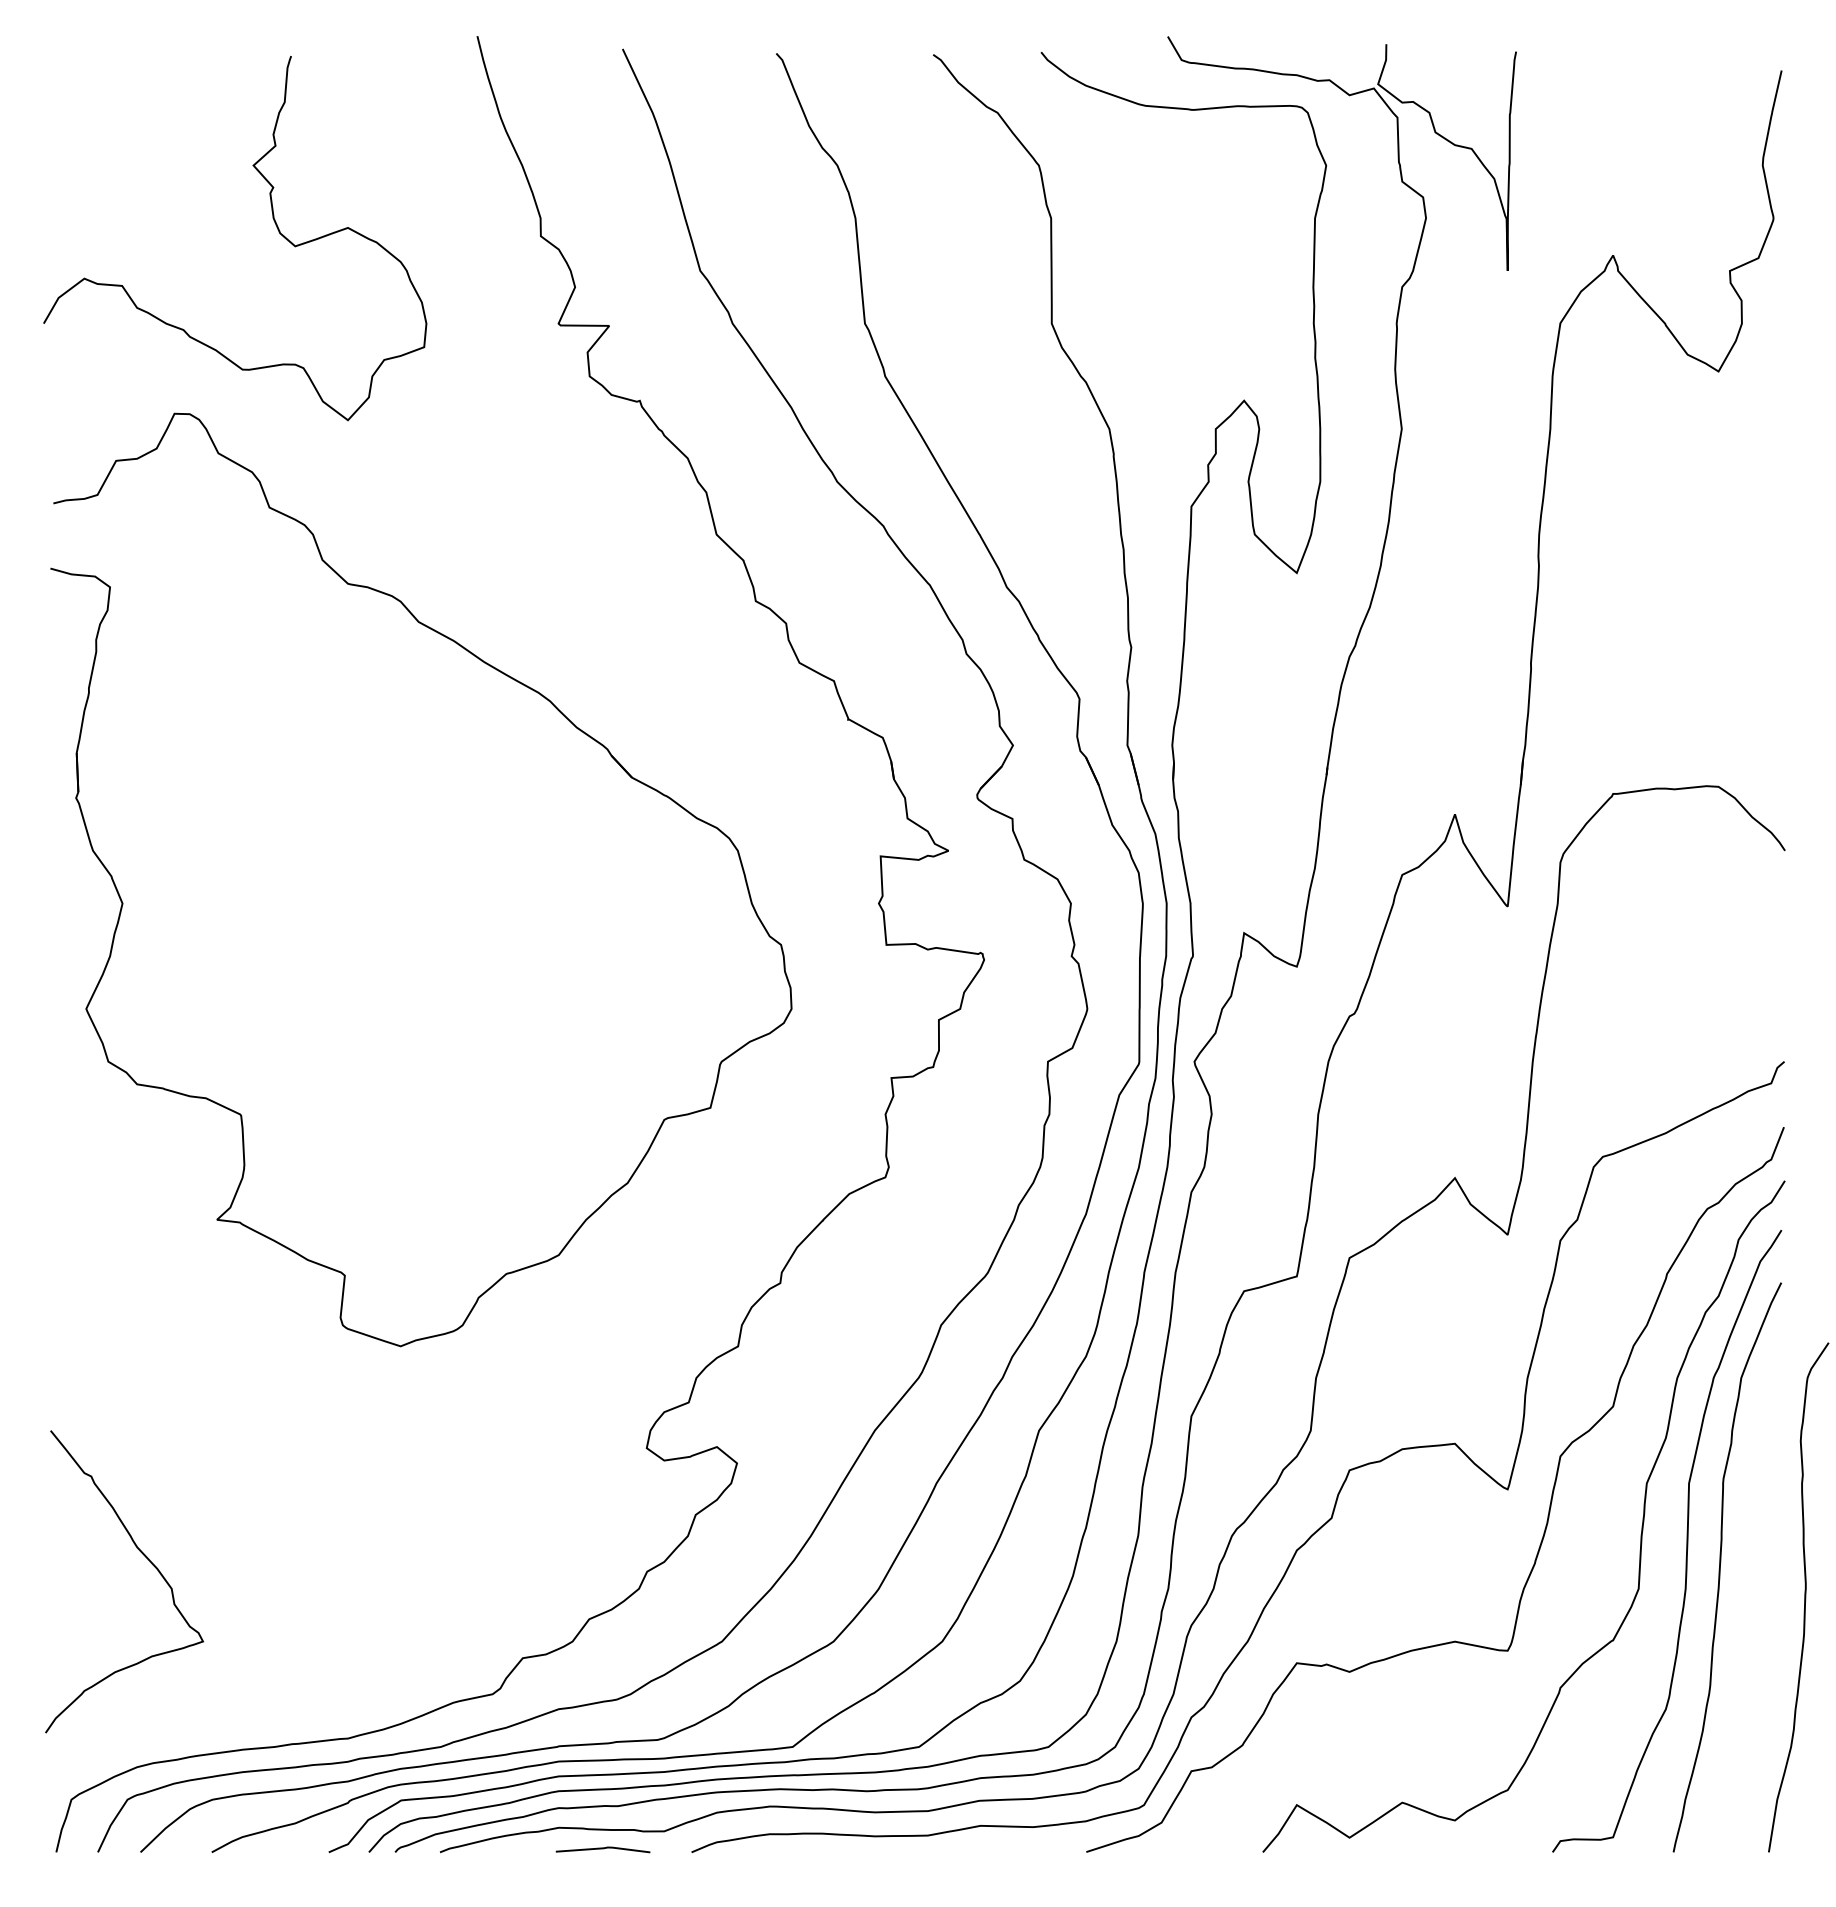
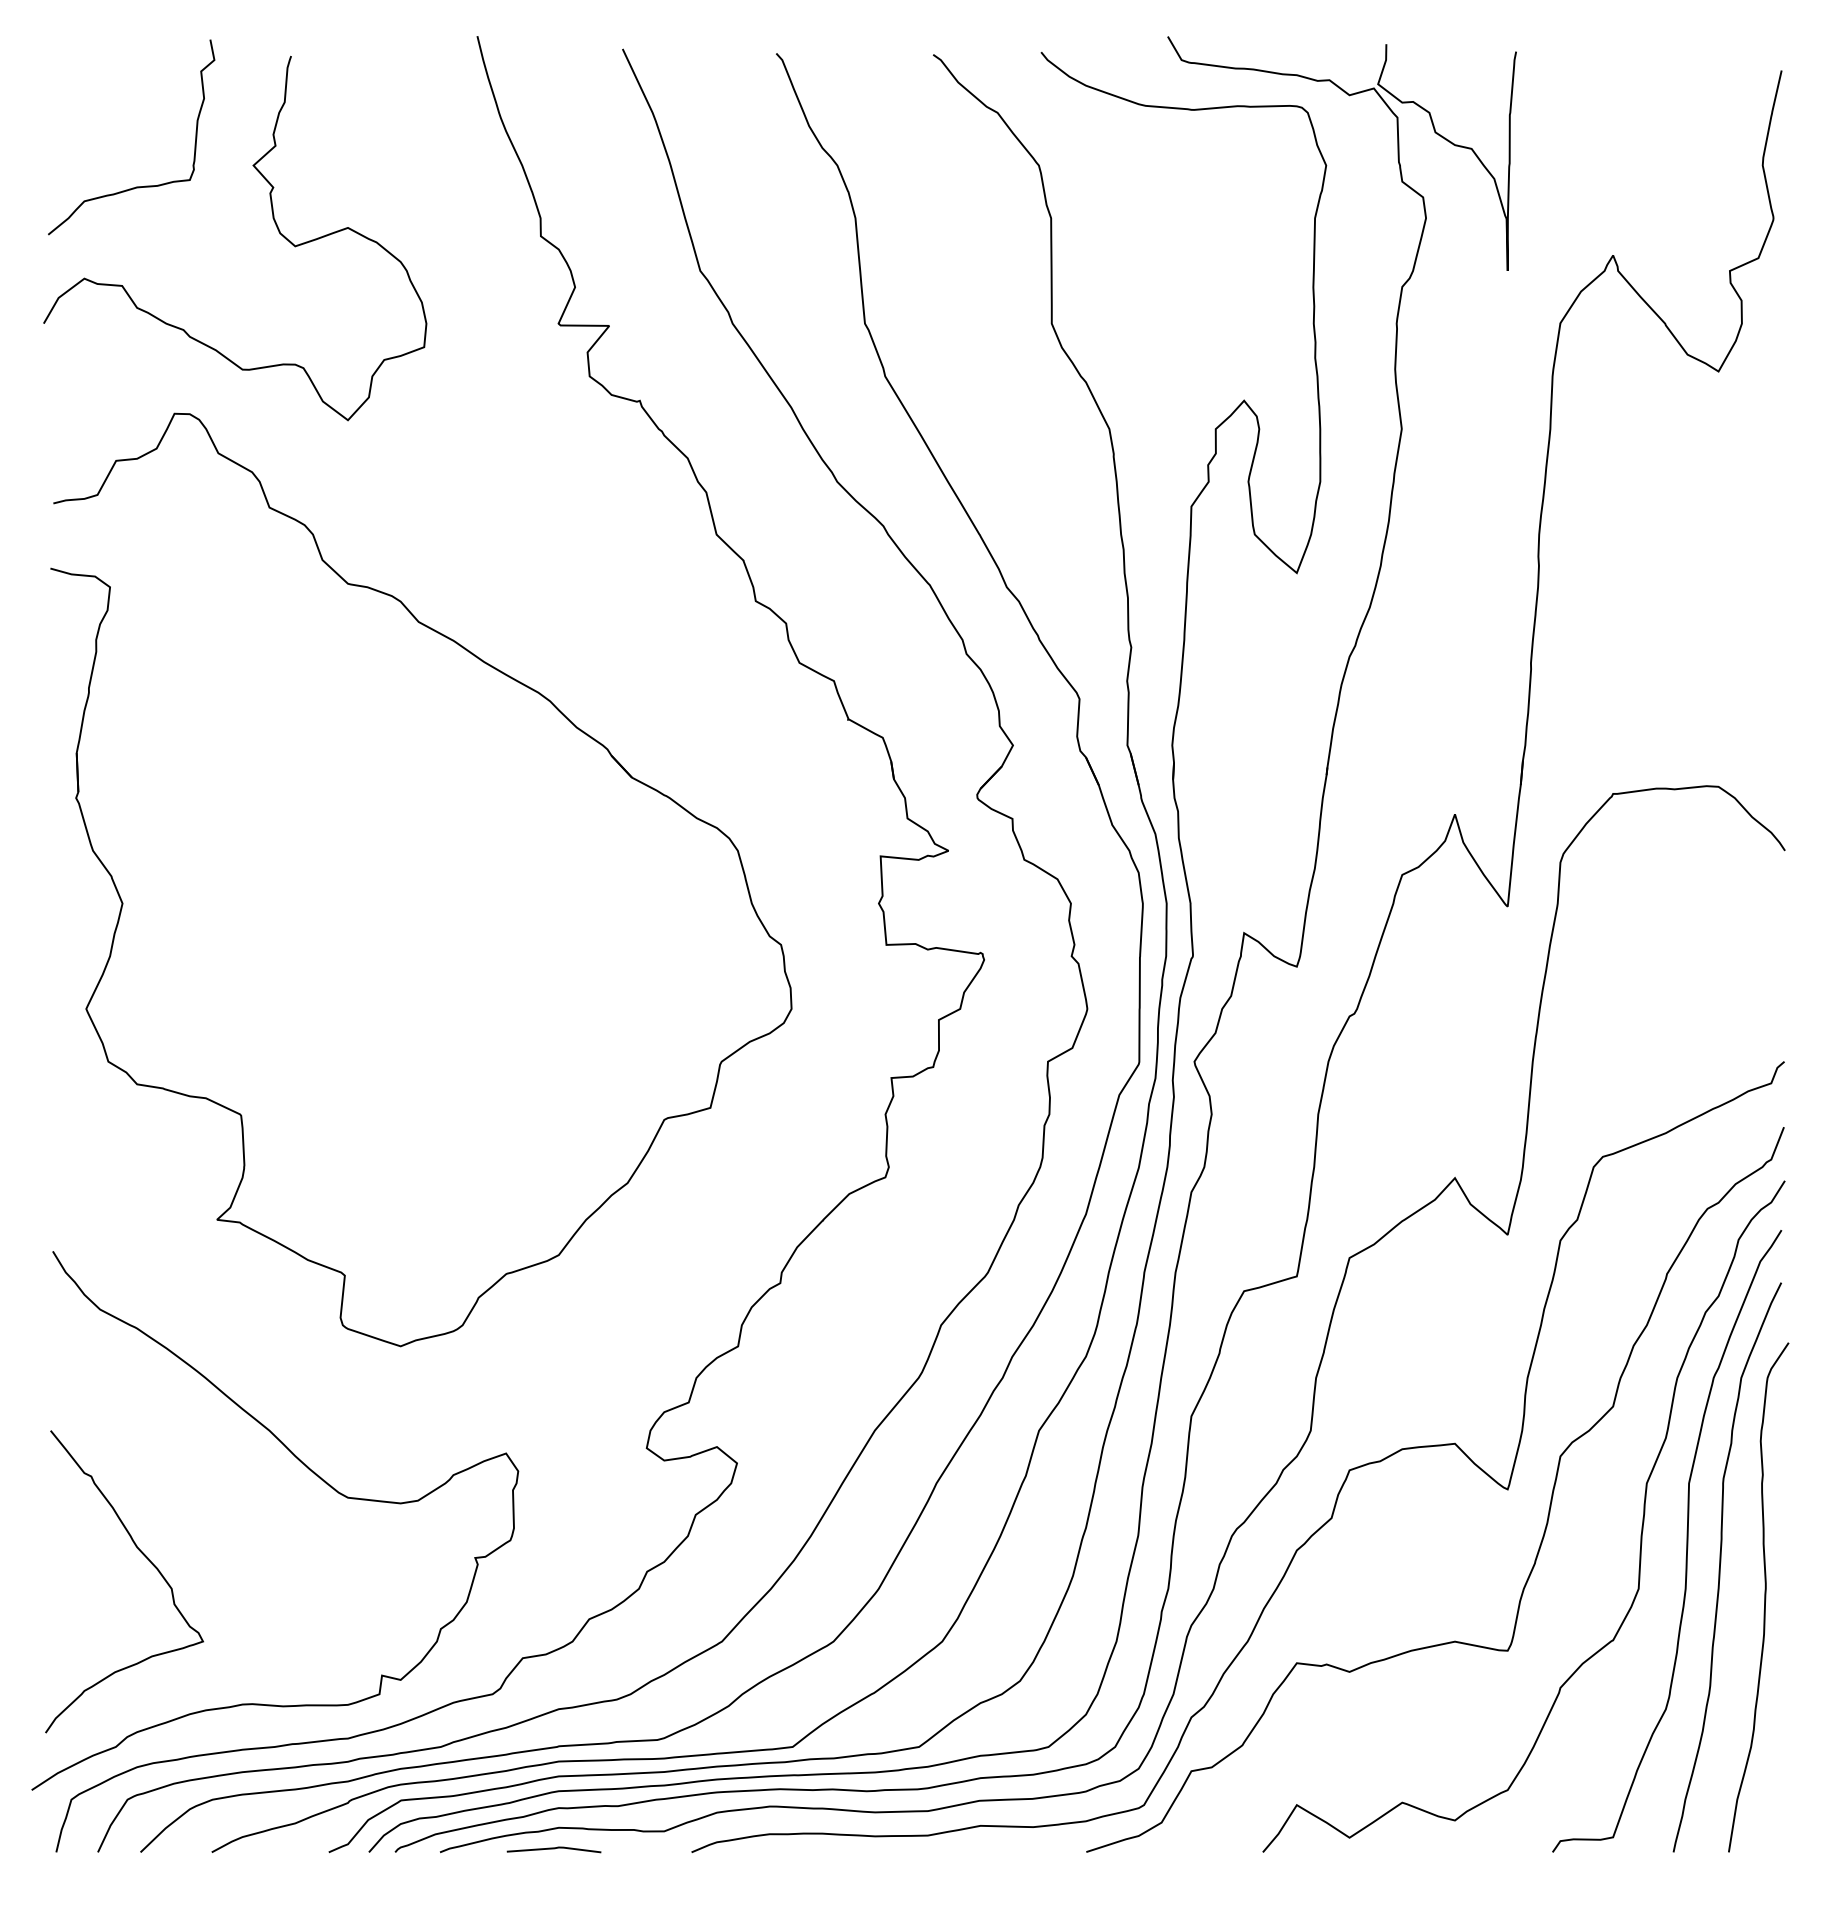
curve at (136, 186): none -> present
curve at (315, 1475): none -> present
curve at (1804, 1597) position: (1804, 1597) -> (1764, 1597)
line at (602, 1849) position: (602, 1849) -> (553, 1849)
